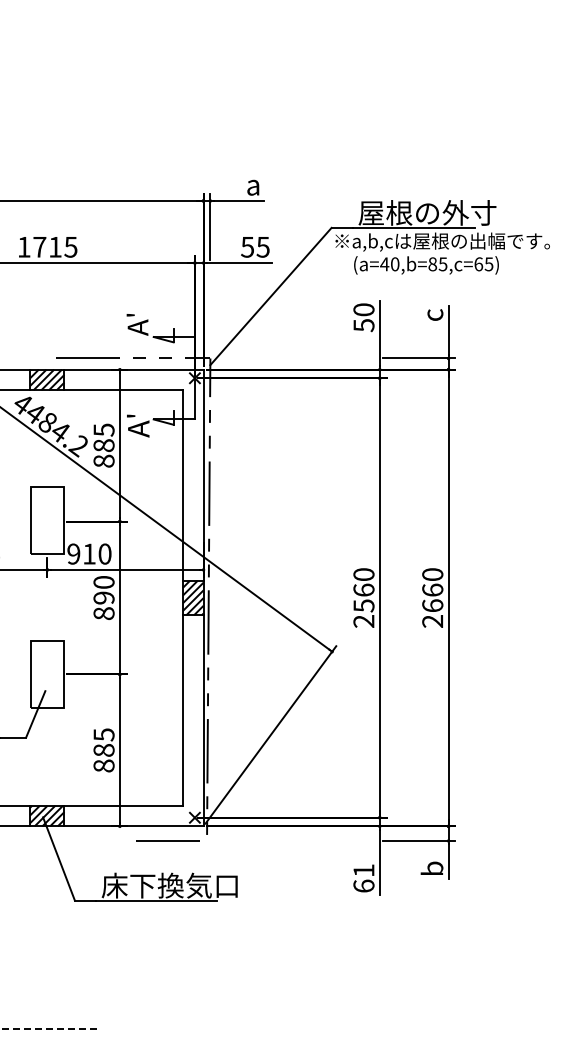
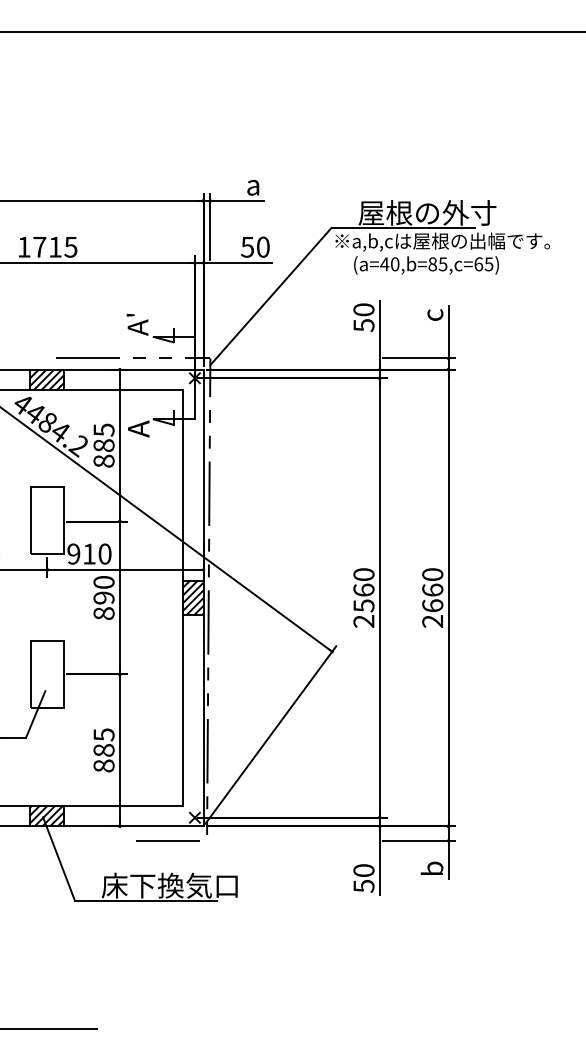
line at (292, 31): none -> present
text at (262, 246): 55 -> 50
text at (131, 415): A' -> A
text at (363, 878): 61 -> 50
line at (49, 1029): dashed -> solid
